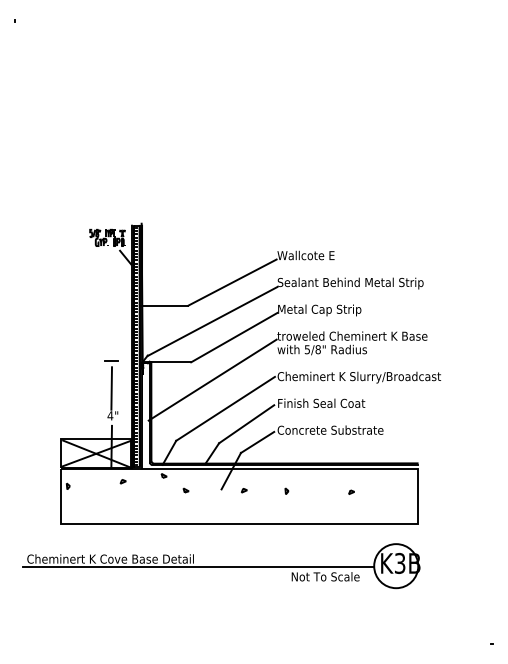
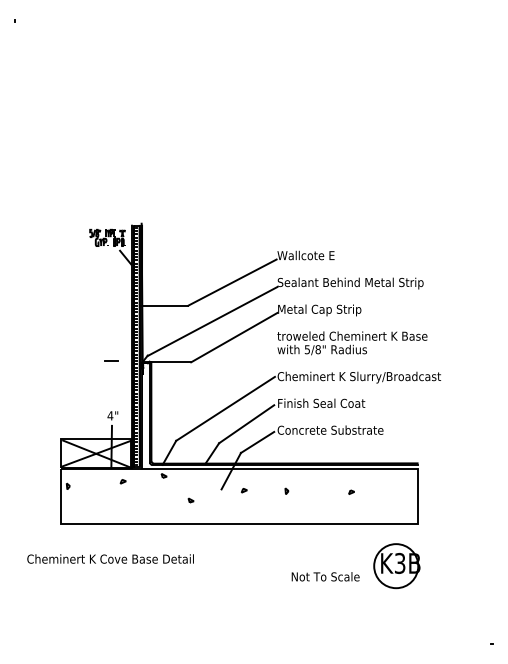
line at (212, 379): present -> none
line at (111, 388): present -> none
part at (185, 490) position: (185, 490) -> (190, 500)
line at (198, 566): present -> none
